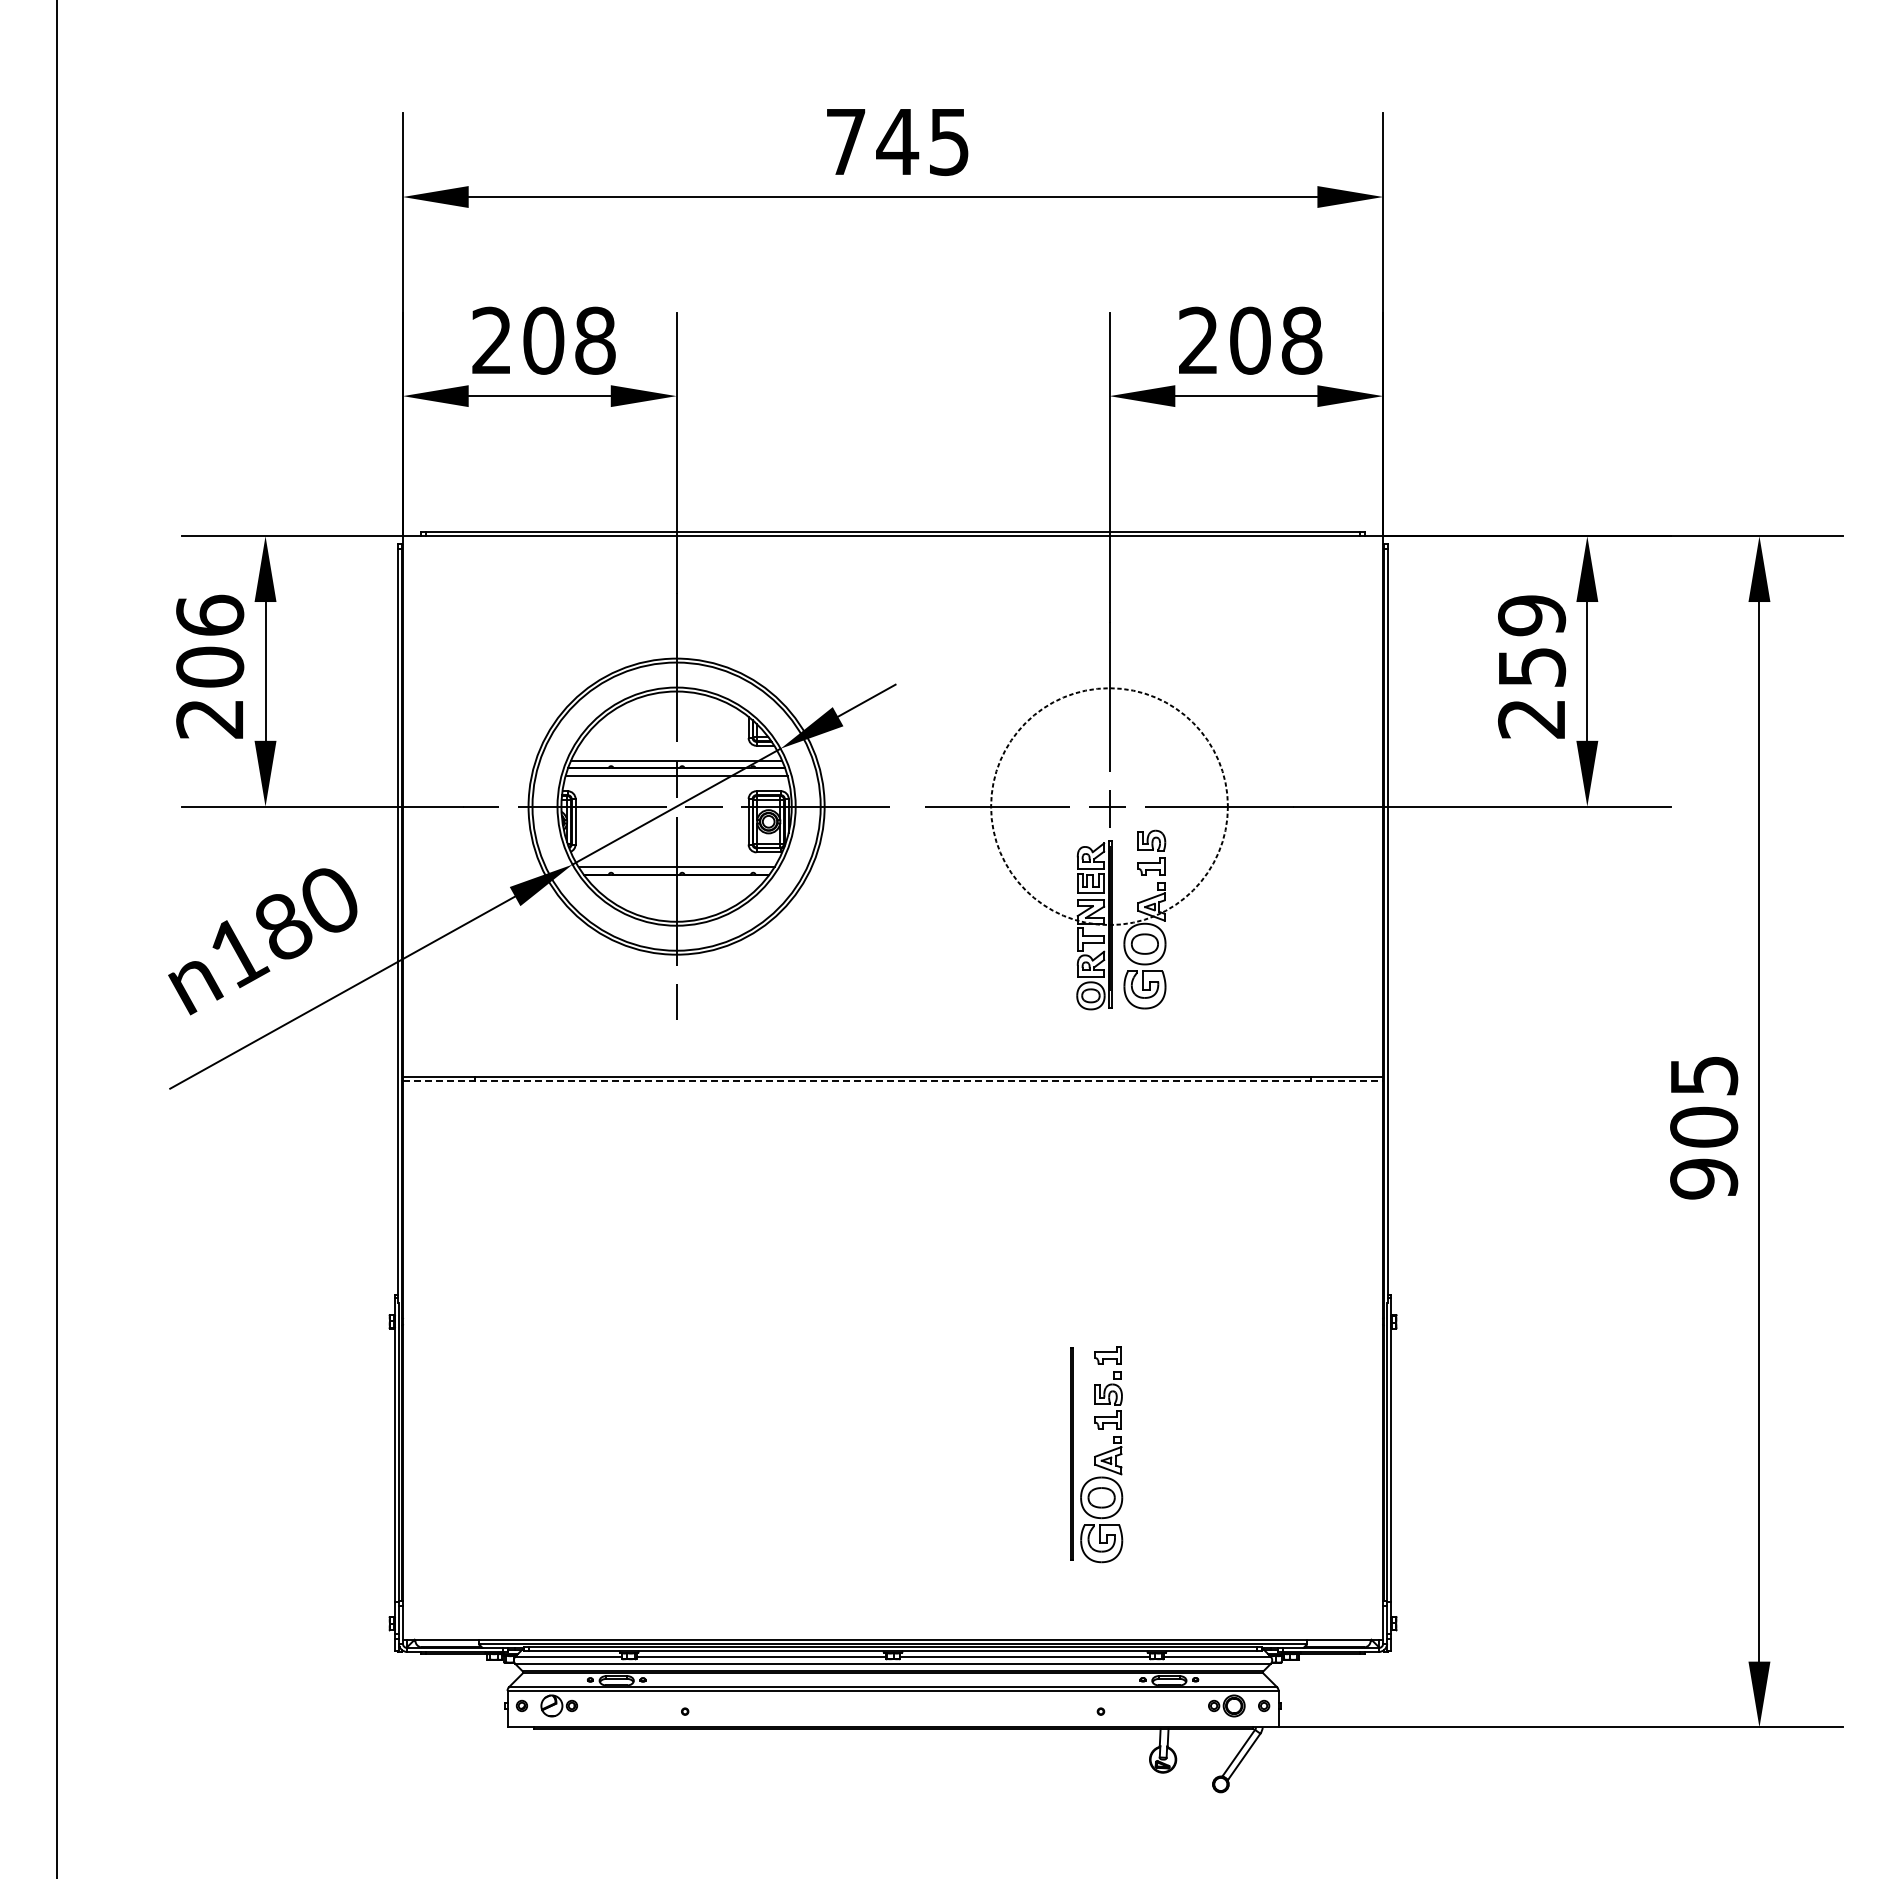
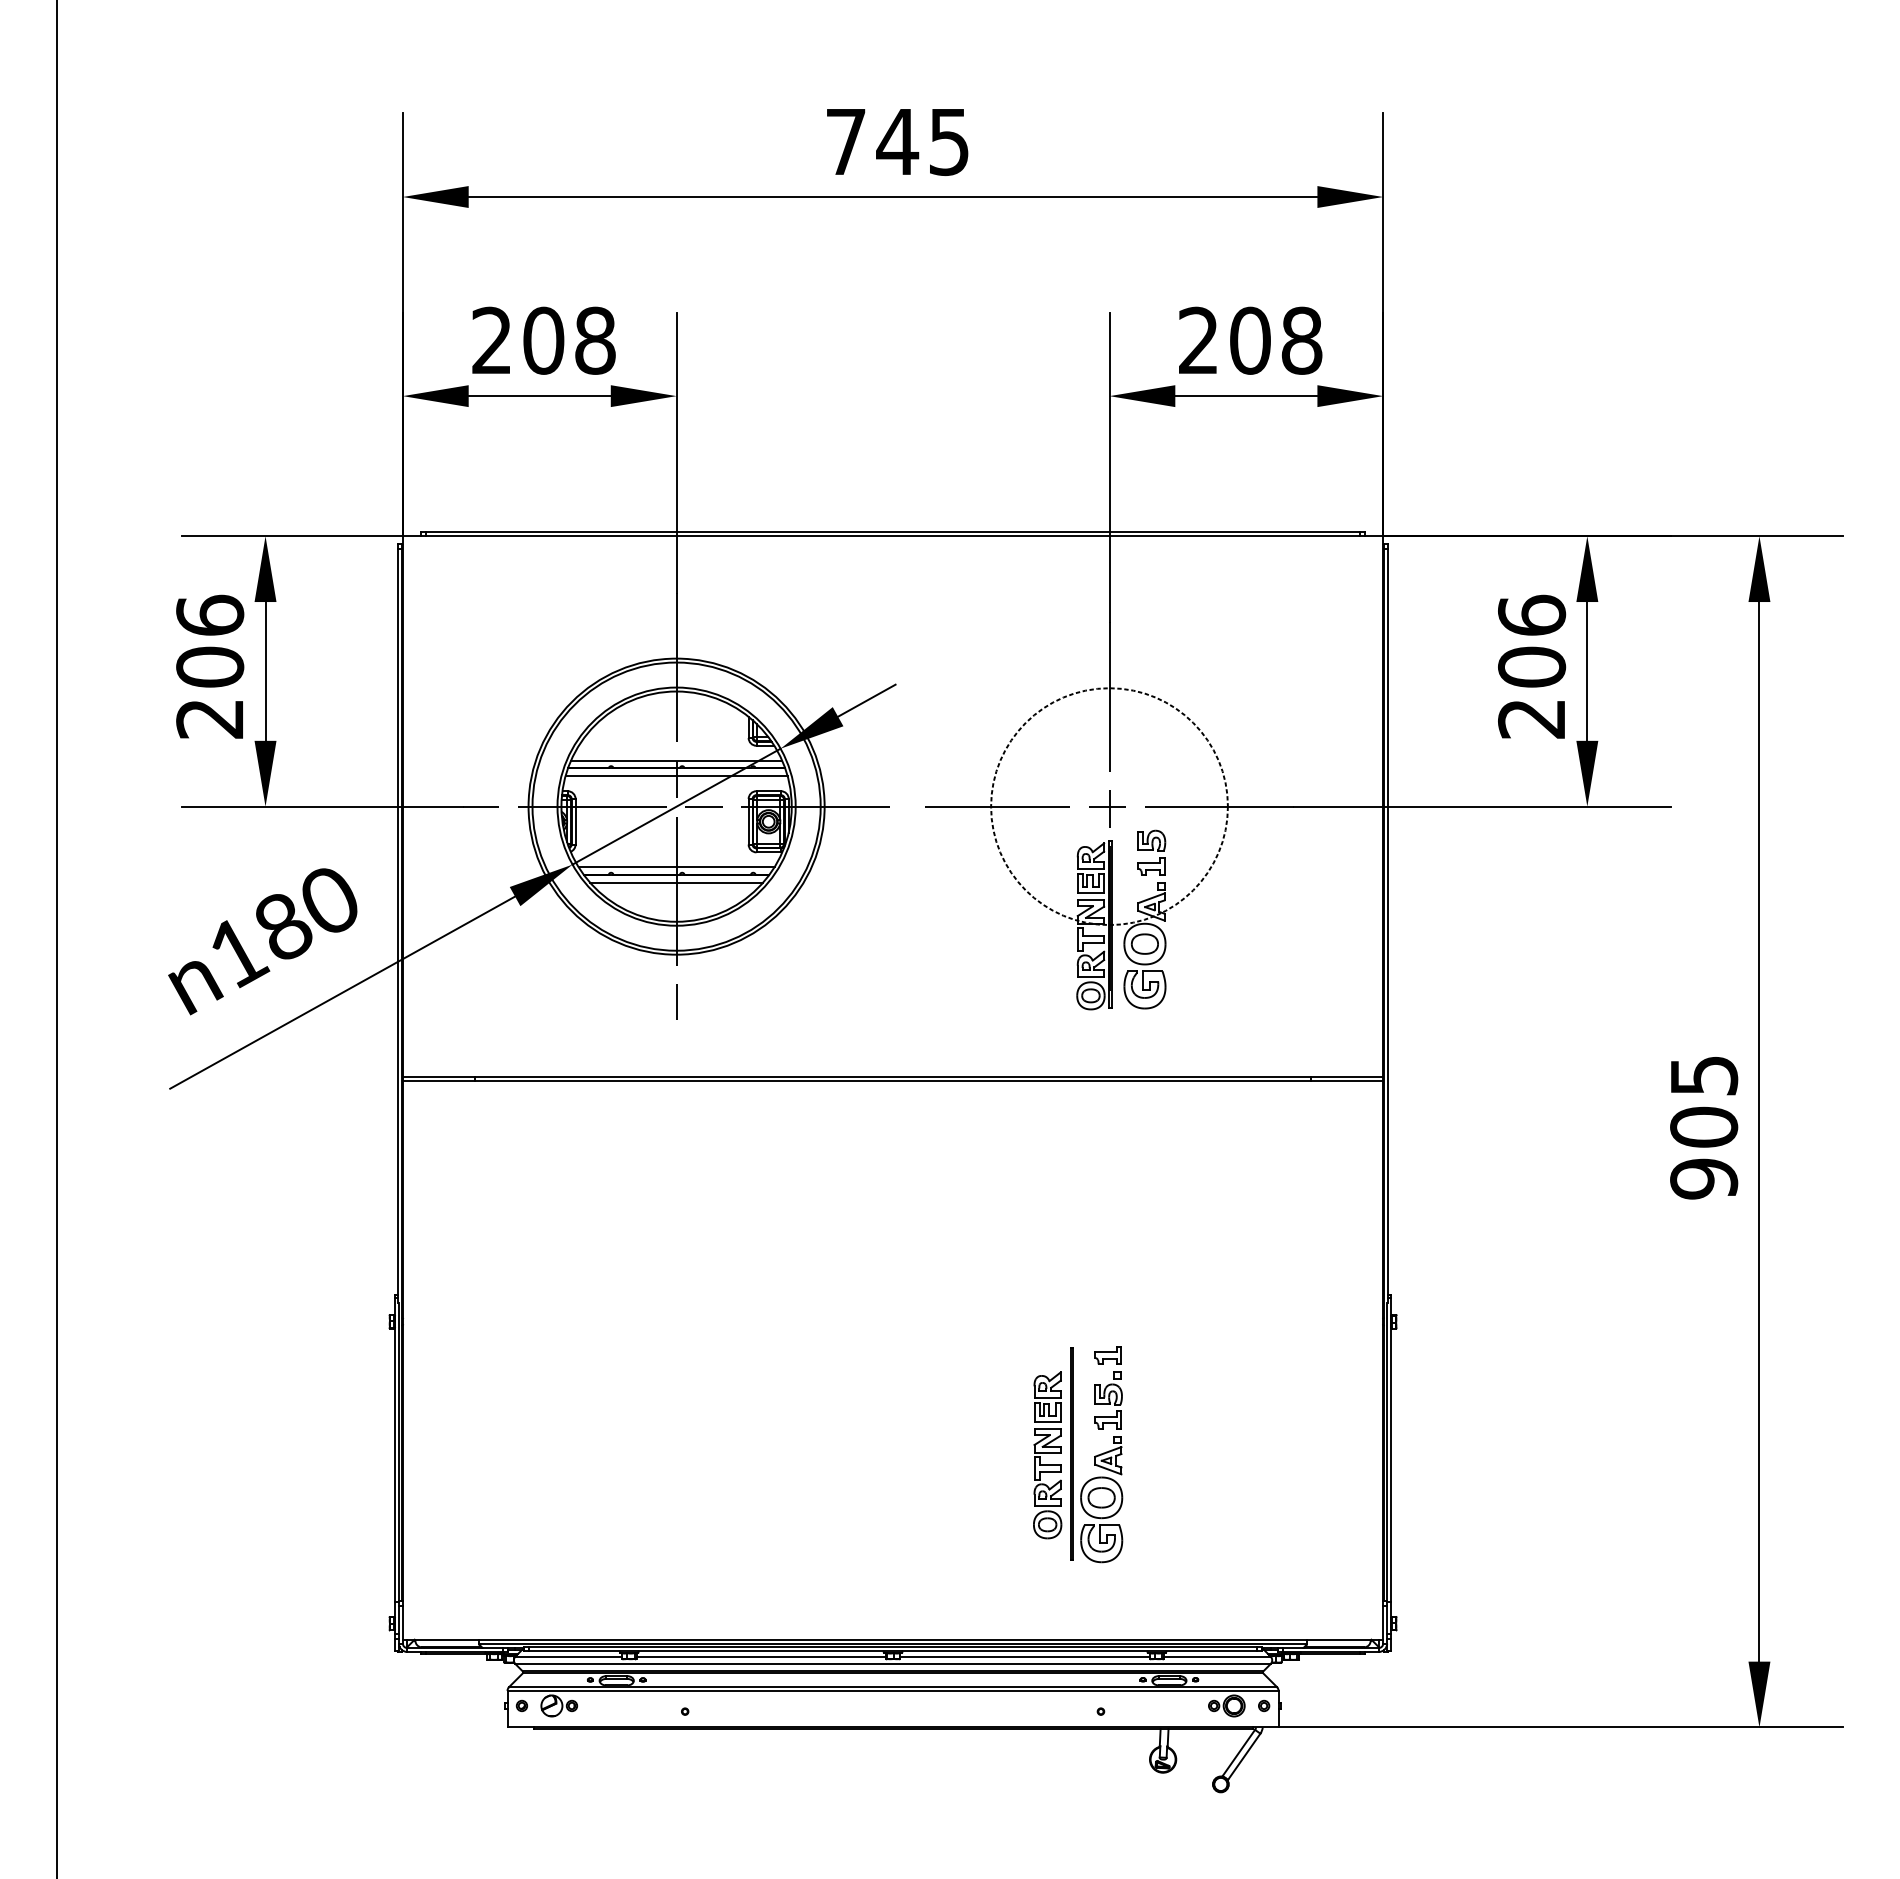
text at (1532, 640): 259 -> 206
line at (676, 882): none -> present
line at (893, 1081): dashed -> solid
part at (1047, 1455): none -> present
